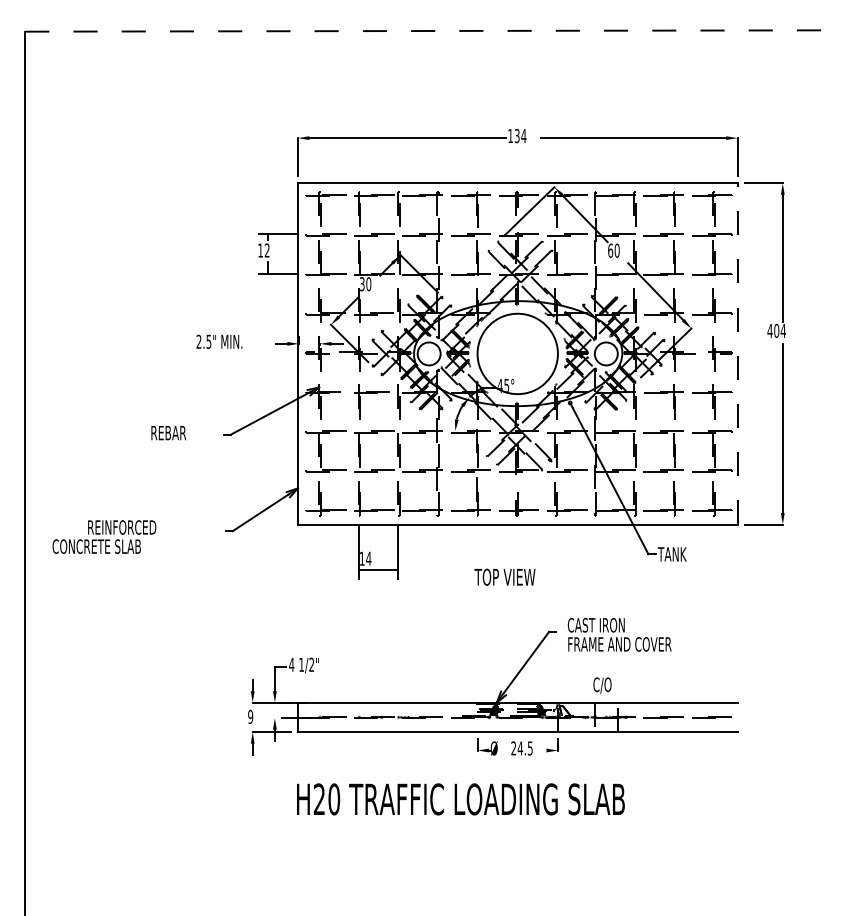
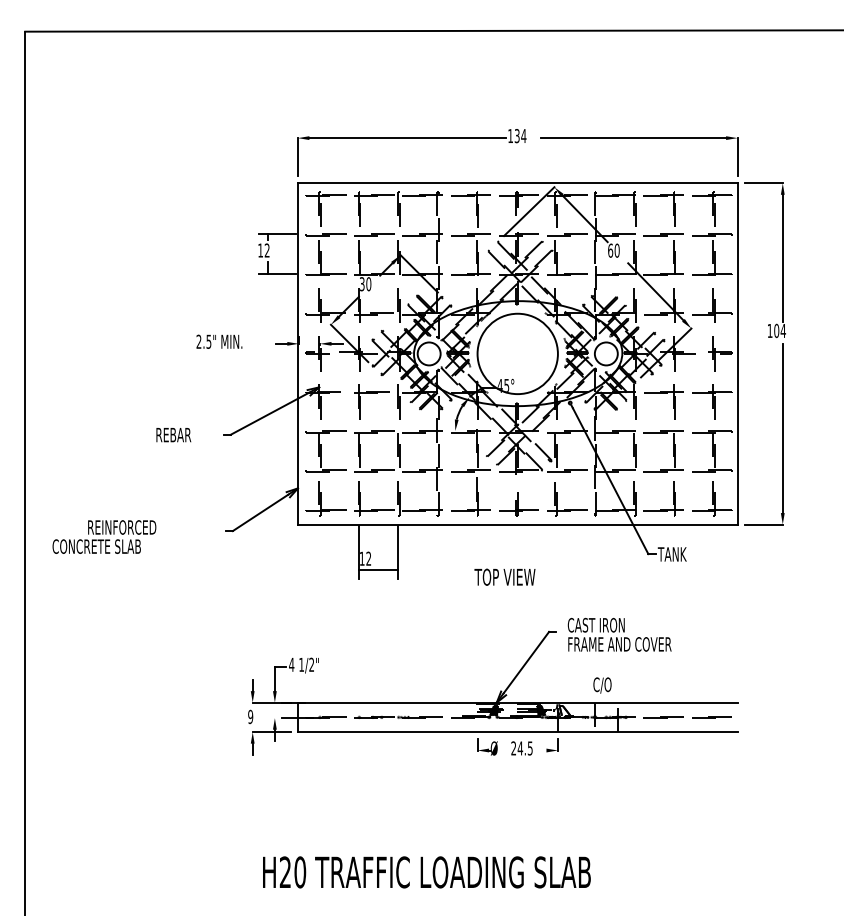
line at (434, 31): dashed -> solid
text at (769, 330): 404 -> 104
line at (737, 353): dashed -> solid
text at (168, 433) position: (168, 433) -> (173, 435)
text at (368, 558): 14 -> 12
text at (460, 799) position: (460, 799) -> (426, 872)
